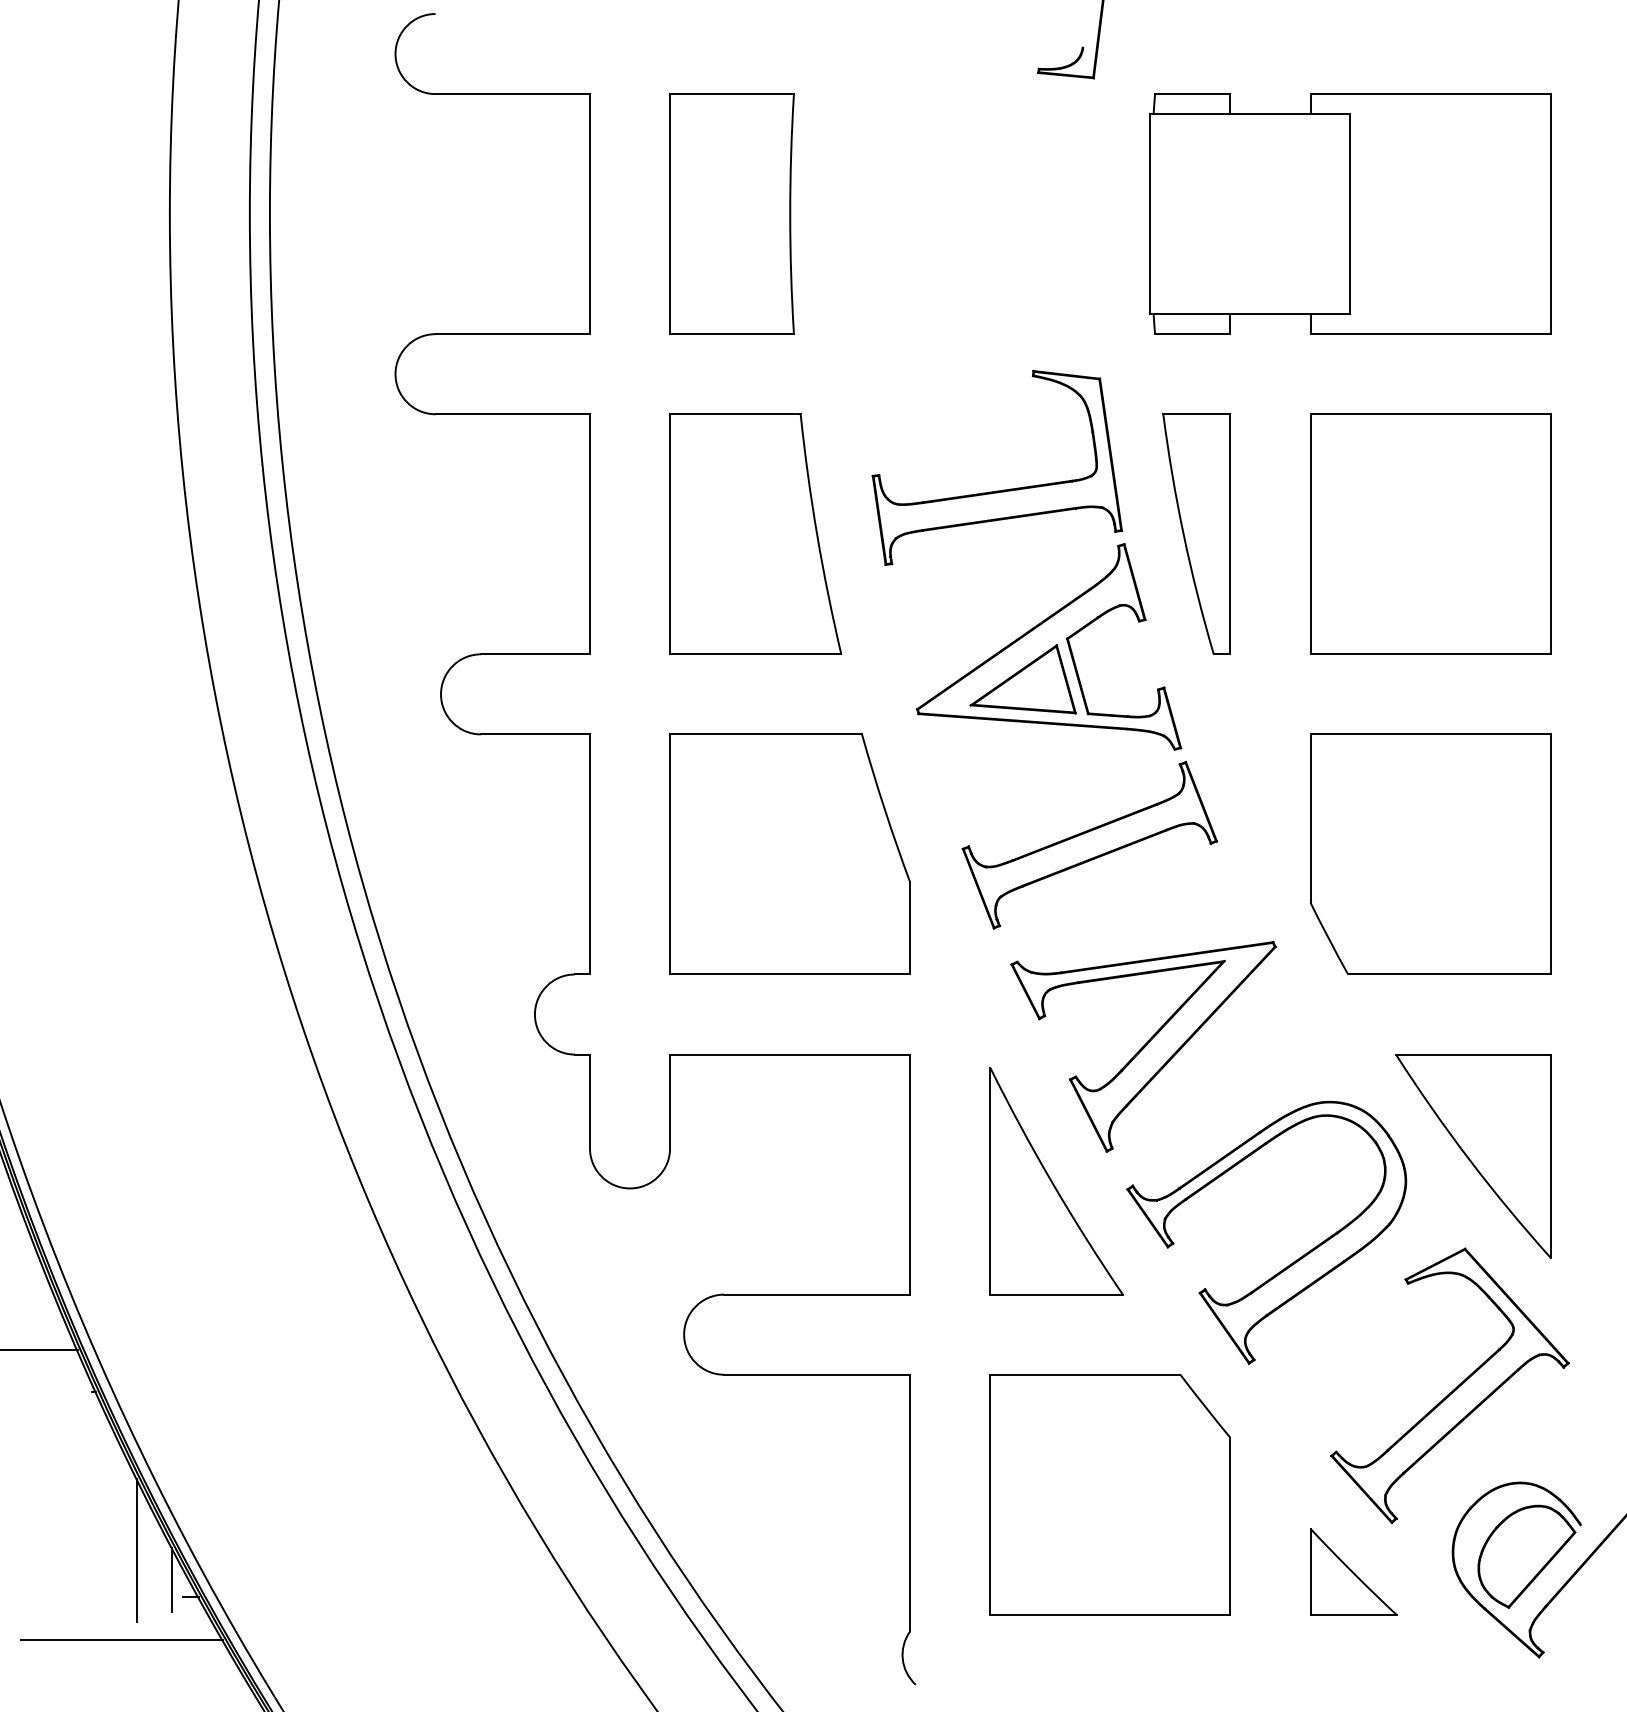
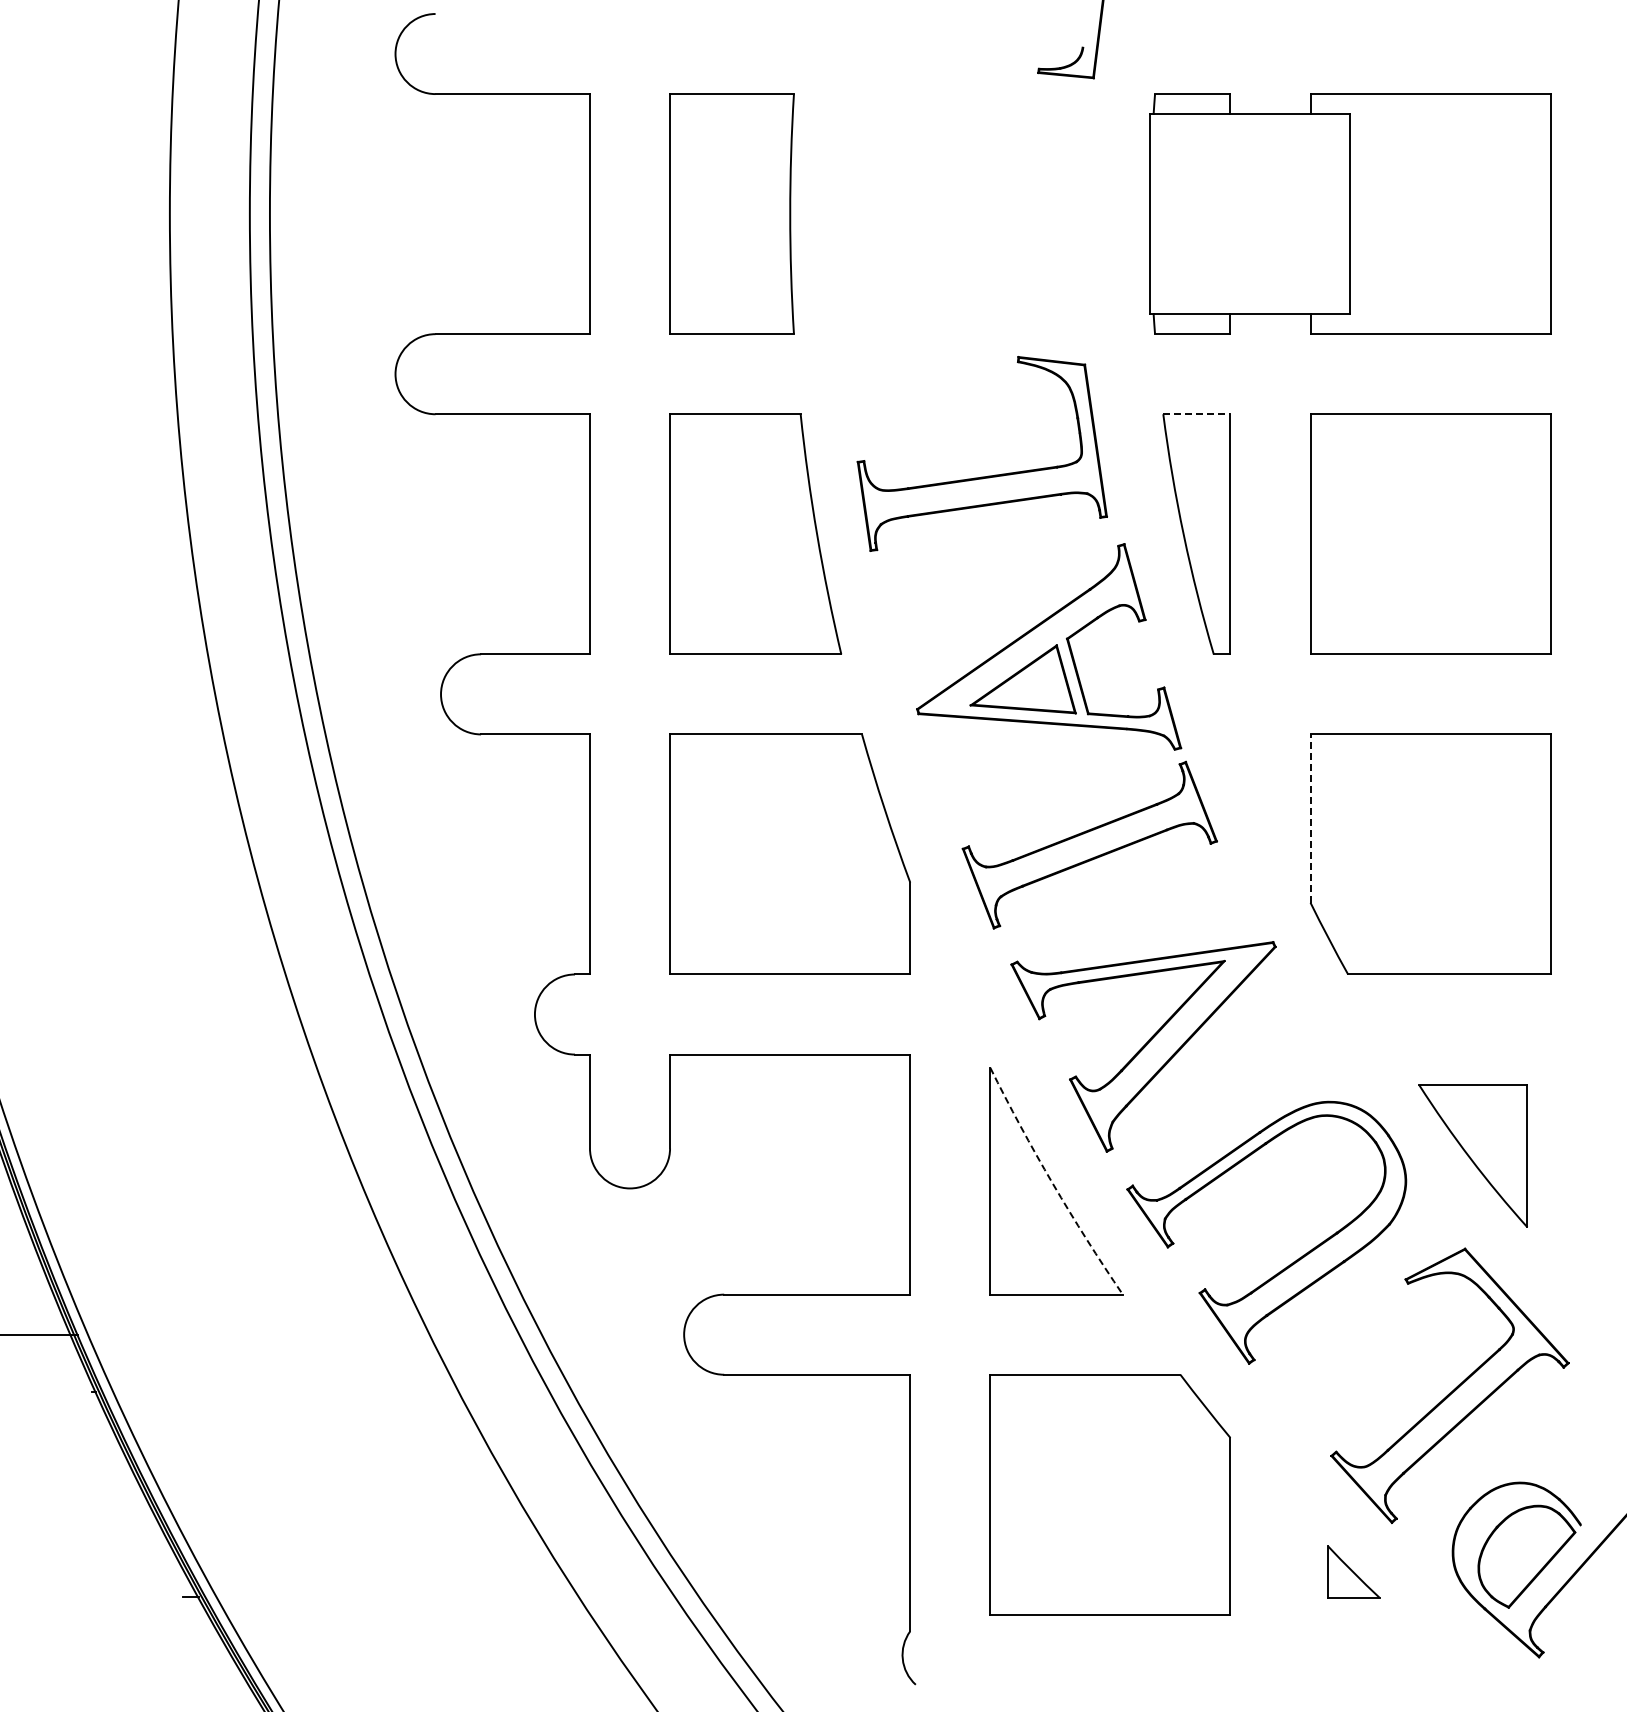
line at (1196, 414): solid -> dashed
part at (996, 490) position: (996, 490) -> (981, 476)
line at (1310, 818): solid -> dashed
part at (1473, 1156) size: 157x205 px -> 110x144 px
arc at (1052, 1183): solid -> dashed
line at (39, 1349) position: (39, 1349) -> (39, 1334)
line at (137, 1550): present -> none
part at (1353, 1571) size: 88x88 px -> 54x54 px
line at (171, 1579): present -> none
line at (121, 1639): present -> none
